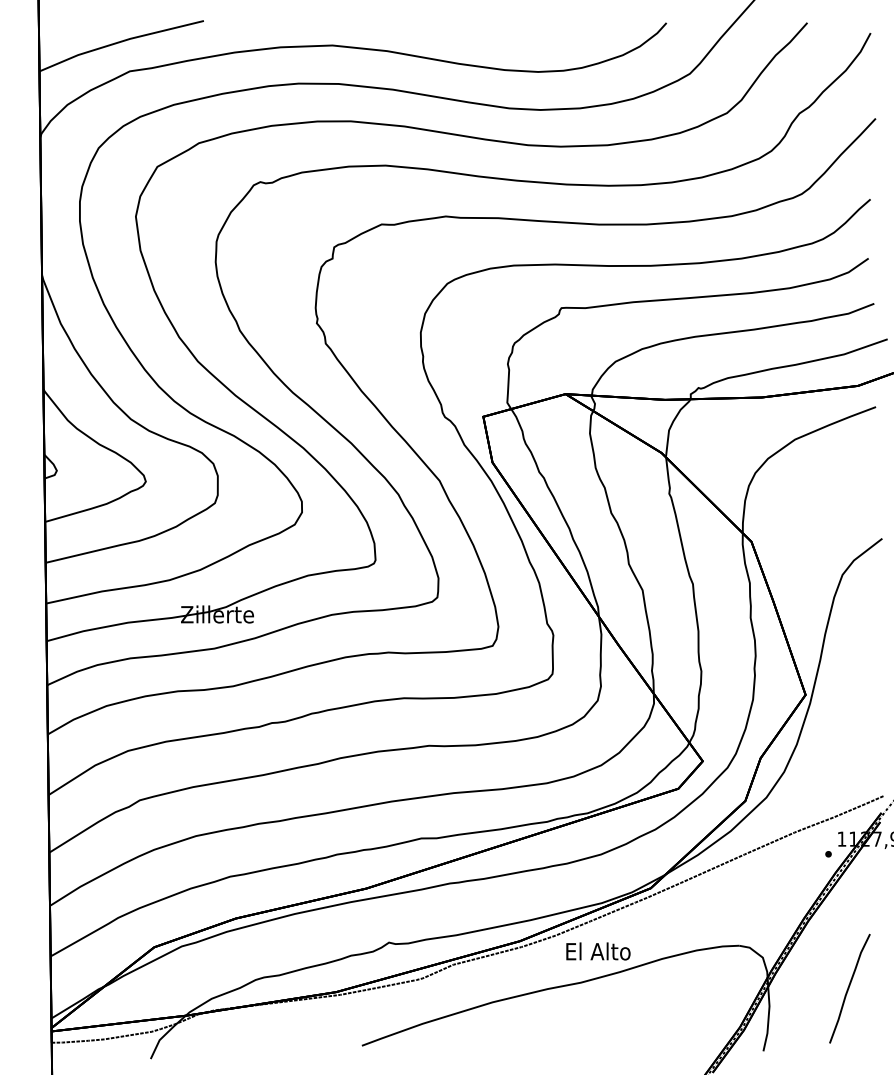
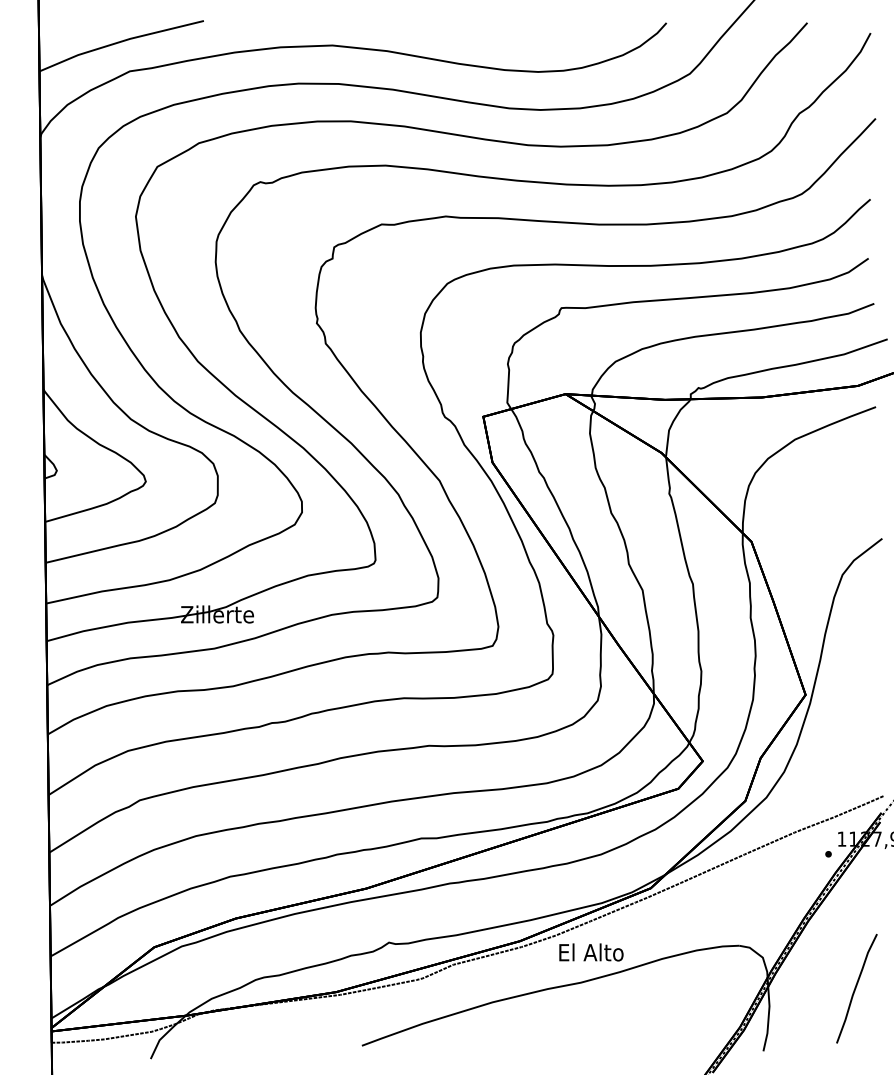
text at (598, 951) position: (598, 951) -> (591, 952)
curve at (849, 988) position: (849, 988) -> (856, 988)
